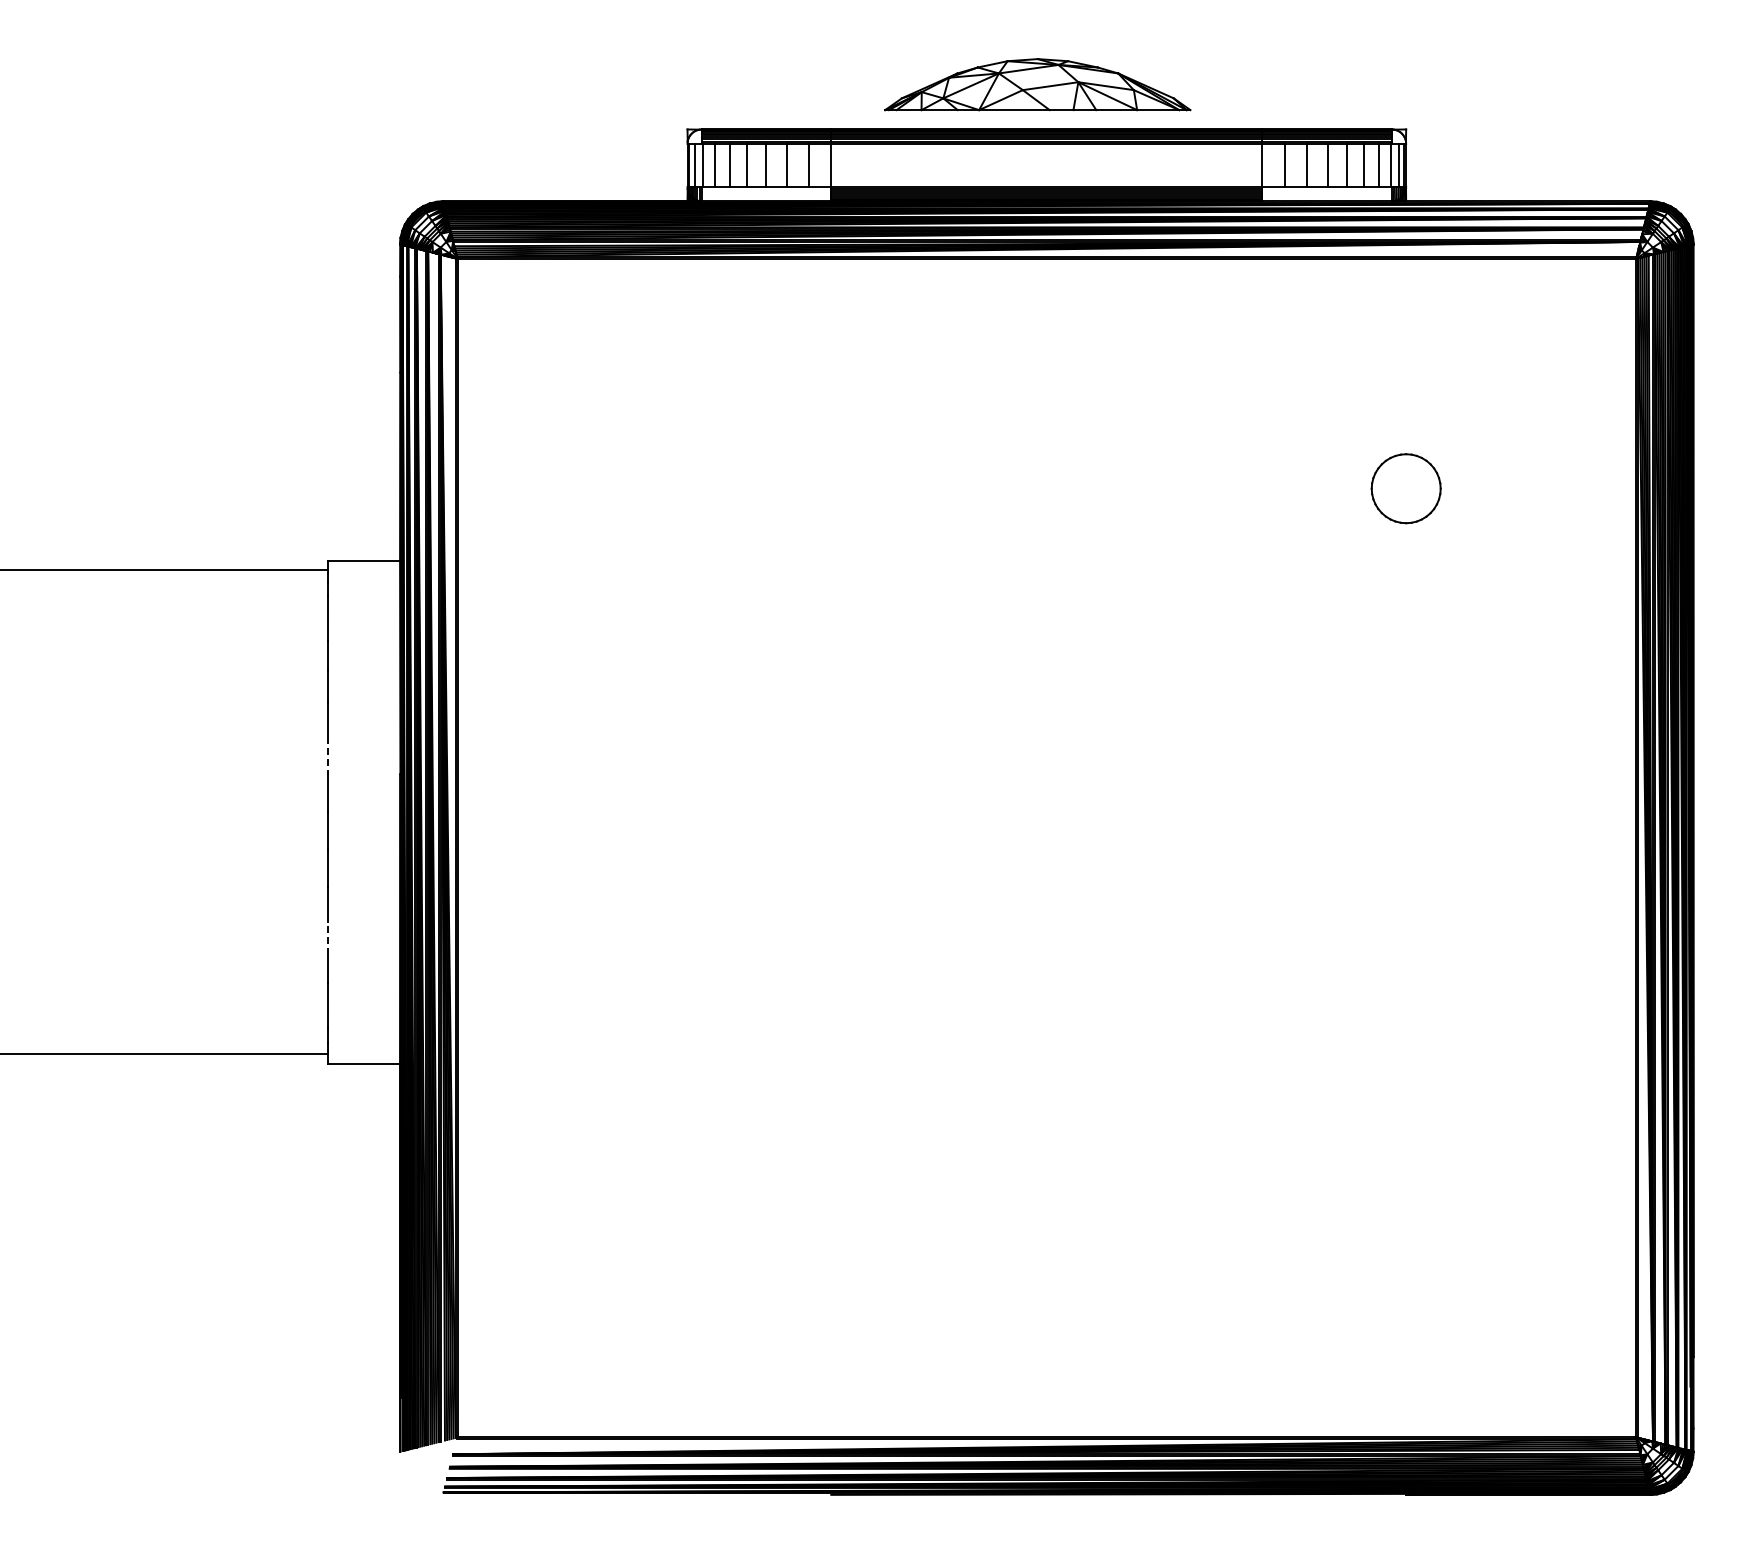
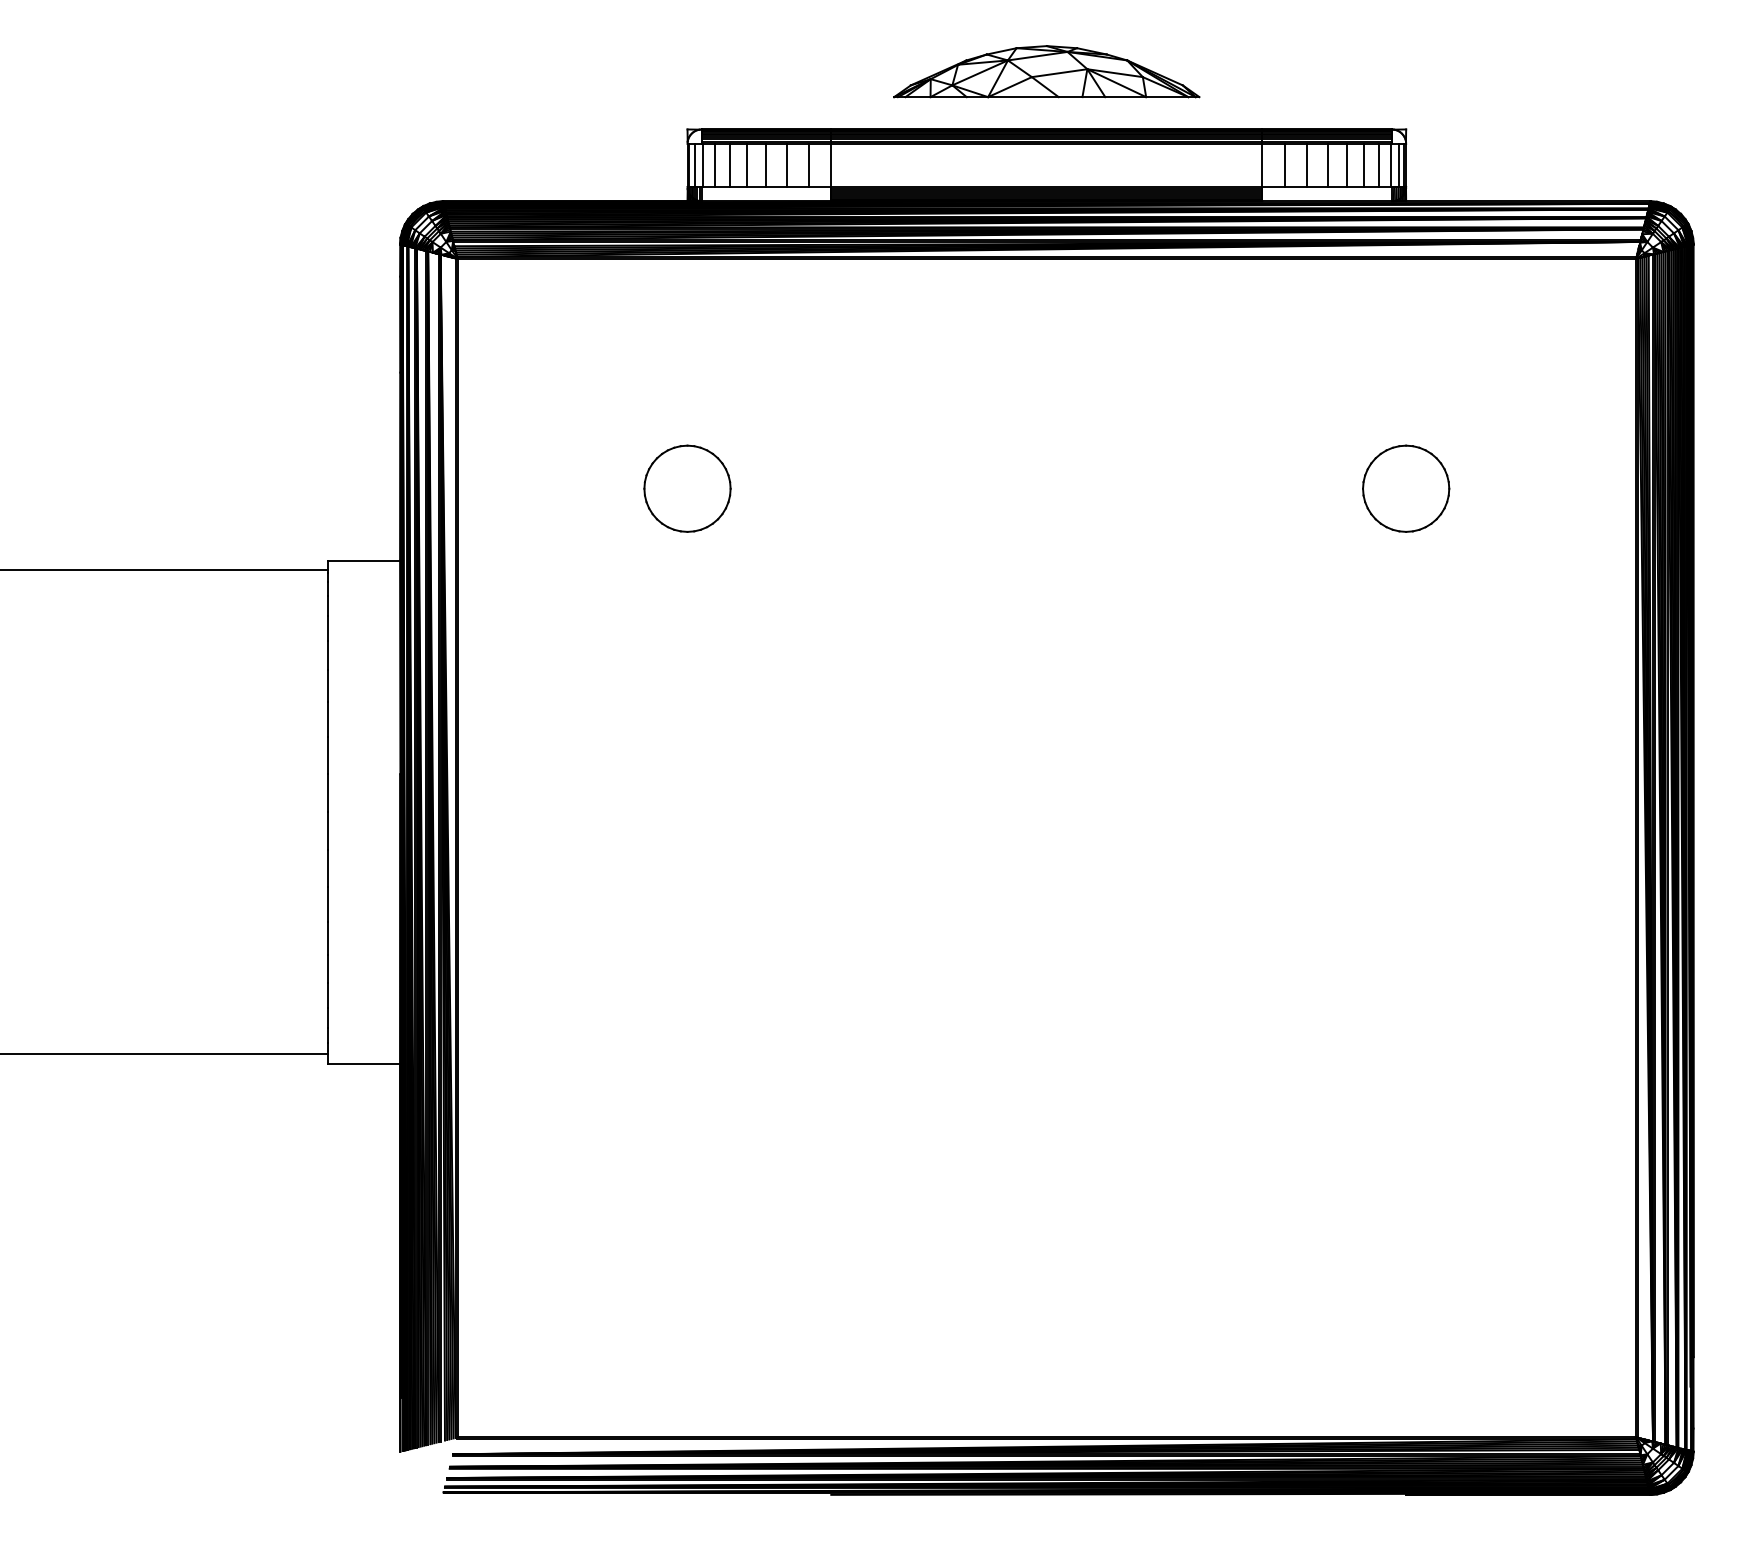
part at (1037, 84) position: (1037, 84) -> (1046, 71)
part at (687, 488): none -> present
part at (1405, 488) size: 72x72 px -> 89x89 px
line at (328, 756): dashed -> solid
line at (328, 937): dashed -> solid
